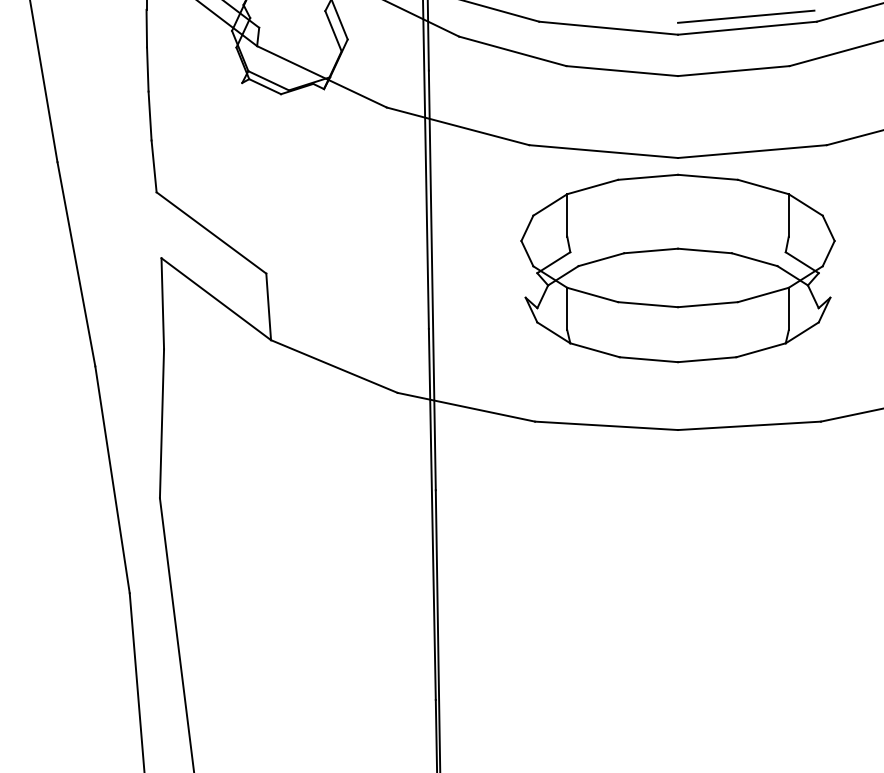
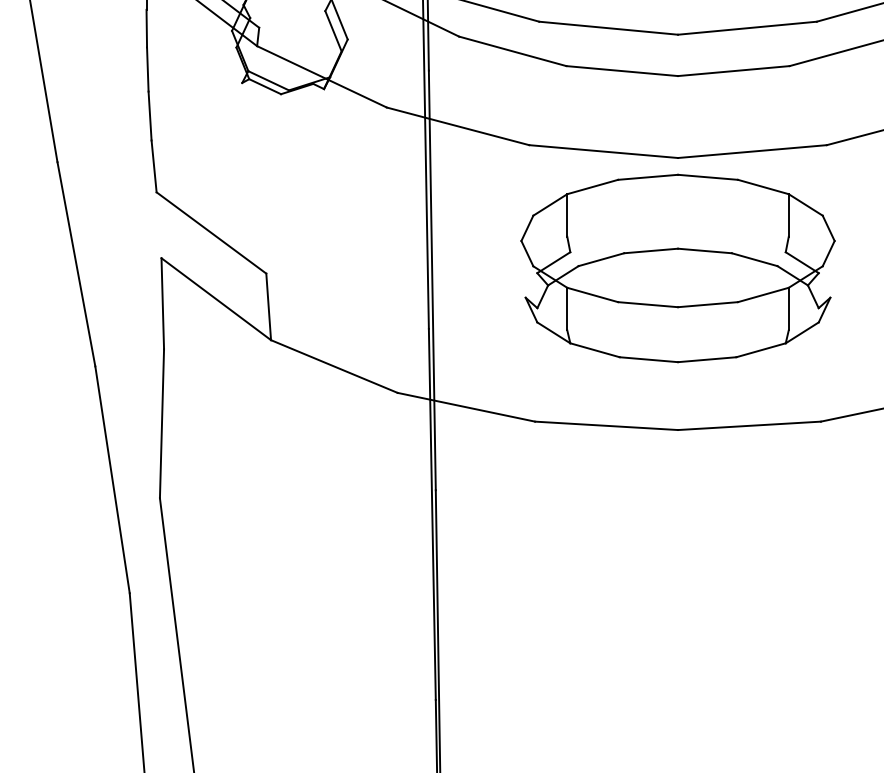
line at (746, 16): present -> none
